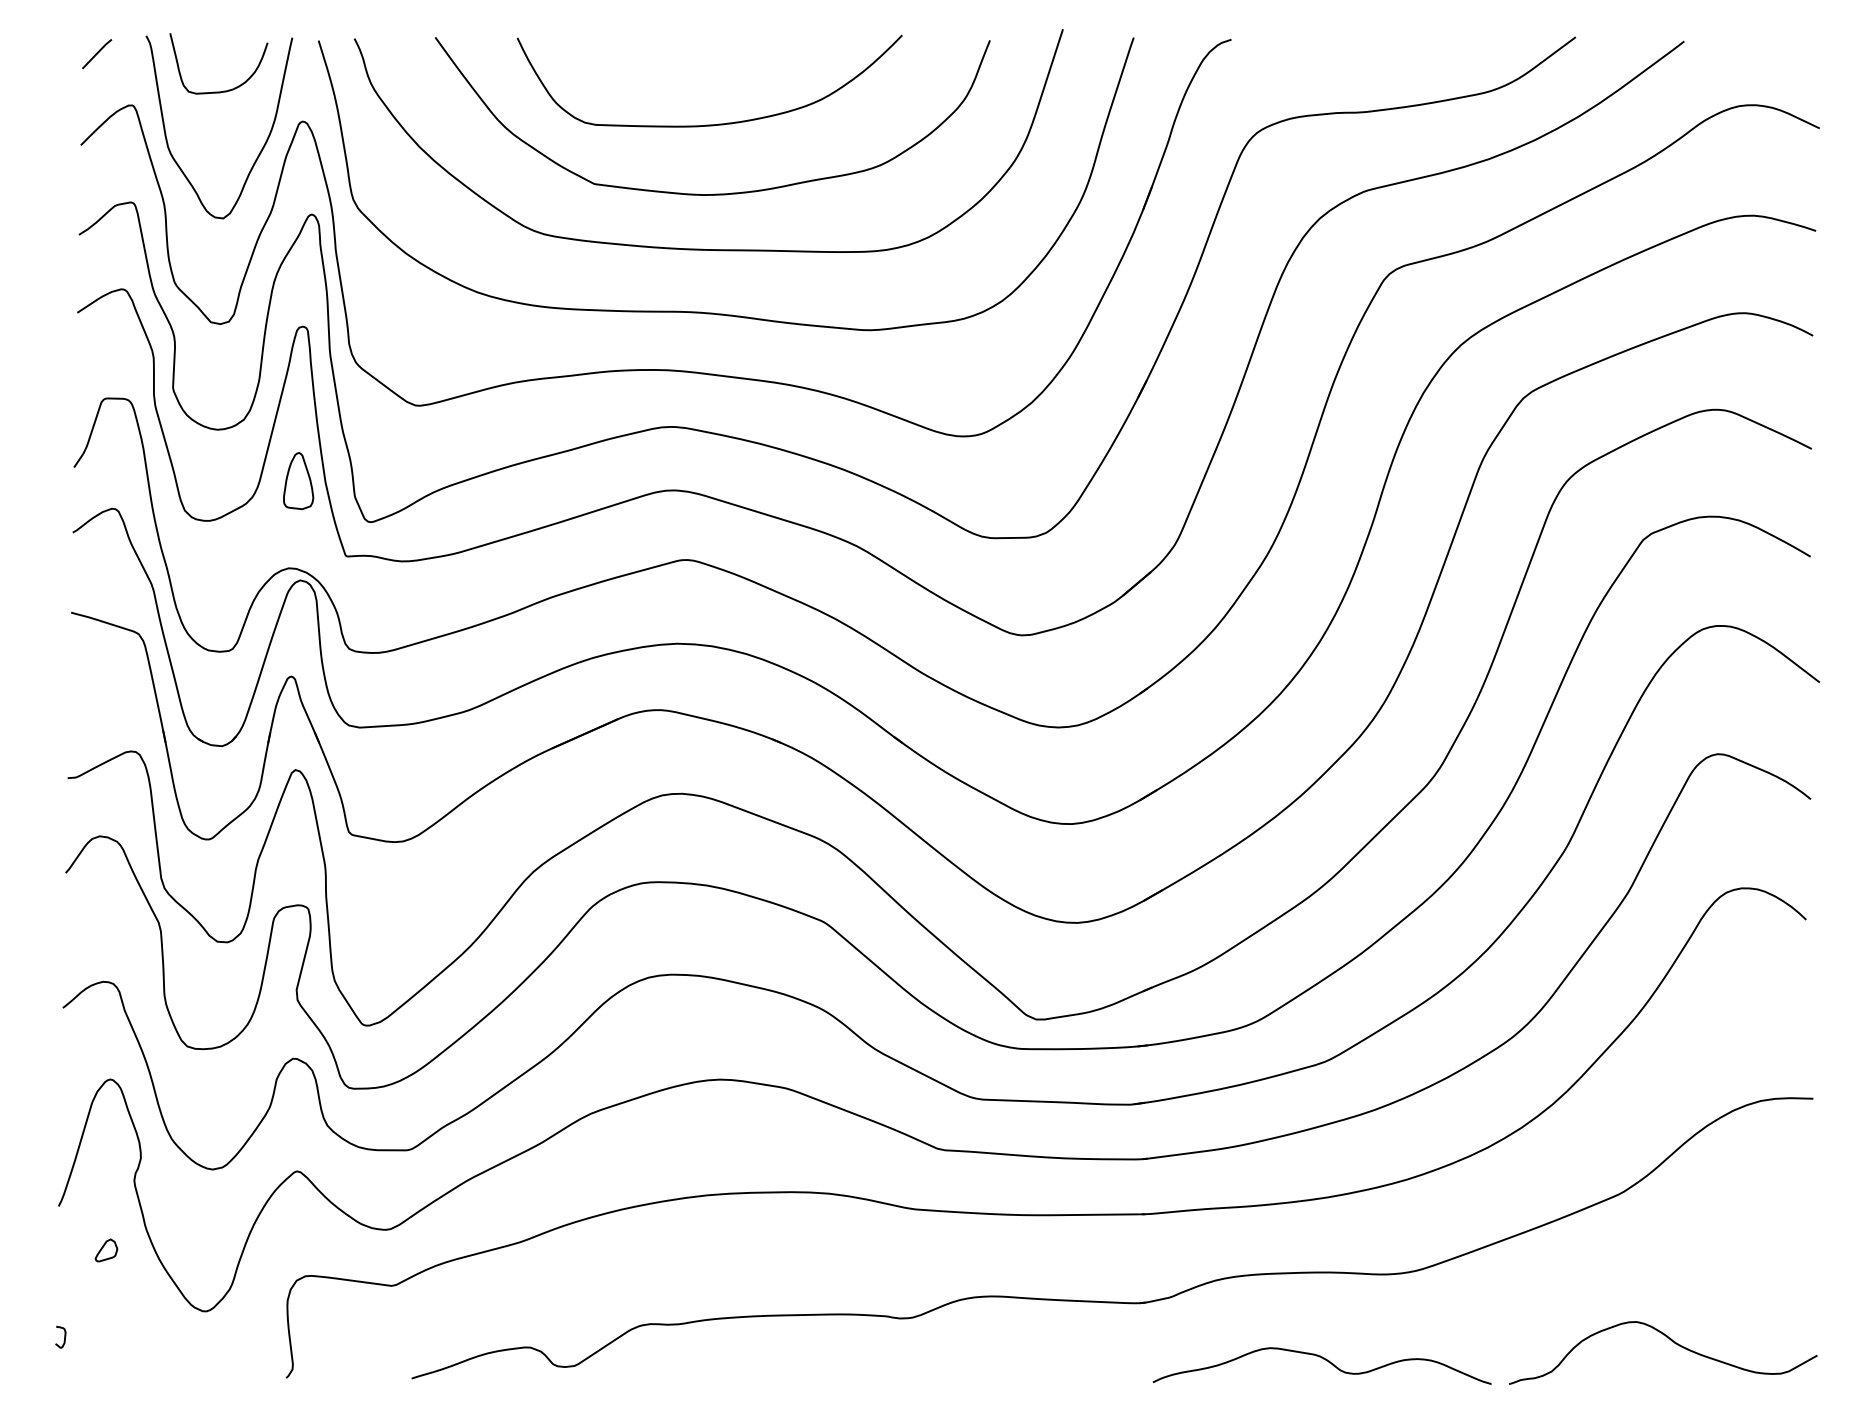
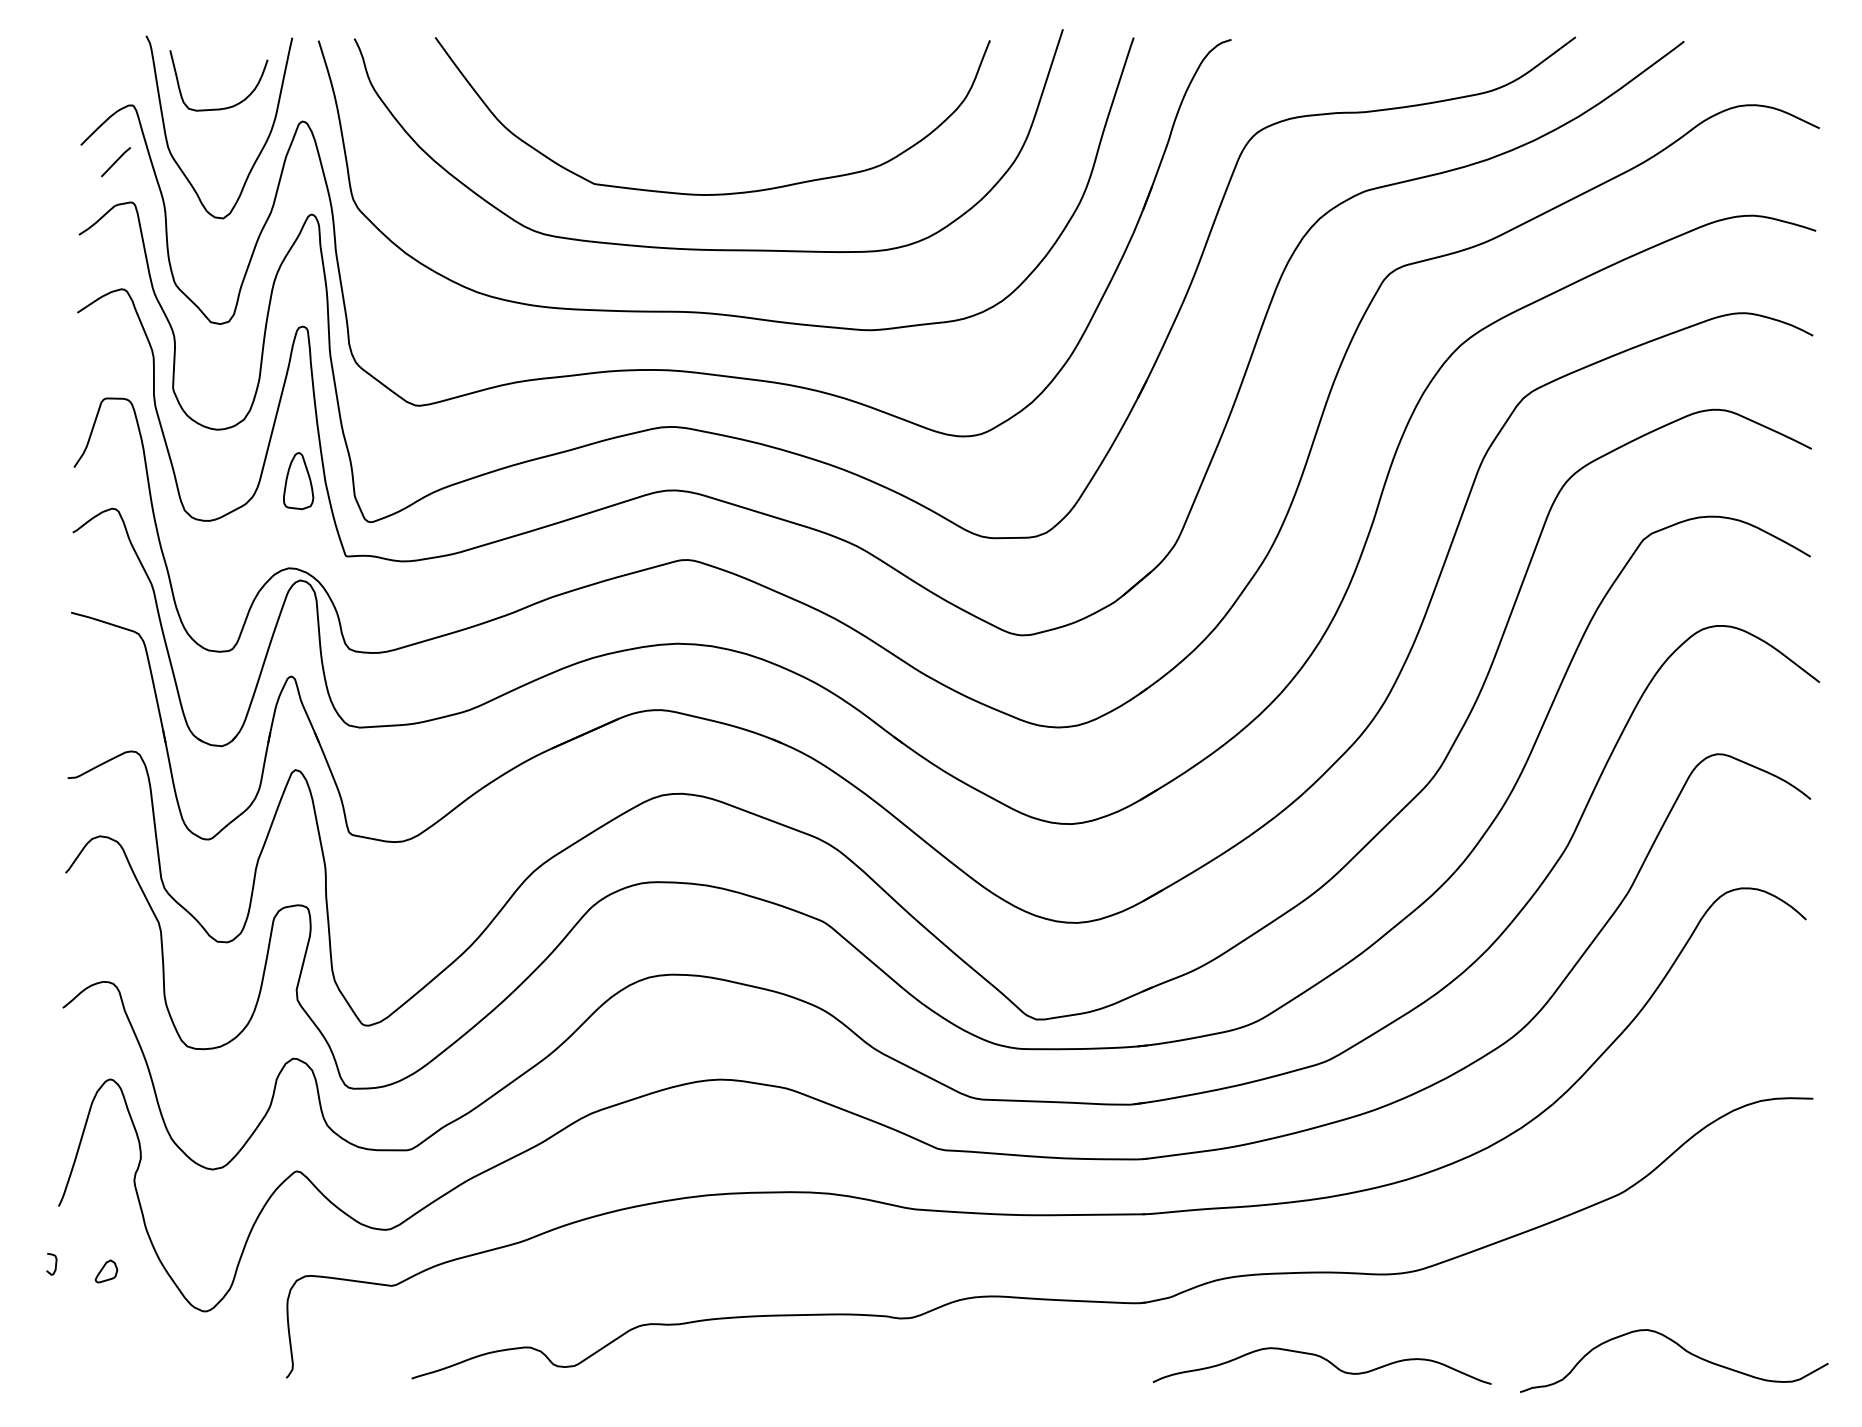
line at (97, 54) position: (97, 54) -> (116, 162)
curve at (223, 90) position: (223, 90) -> (223, 107)
curve at (718, 123): present -> none
part at (106, 1250) position: (106, 1250) -> (106, 1271)
curve at (64, 1337) position: (64, 1337) -> (55, 1264)
curve at (1671, 1341) position: (1671, 1341) -> (1682, 1349)
